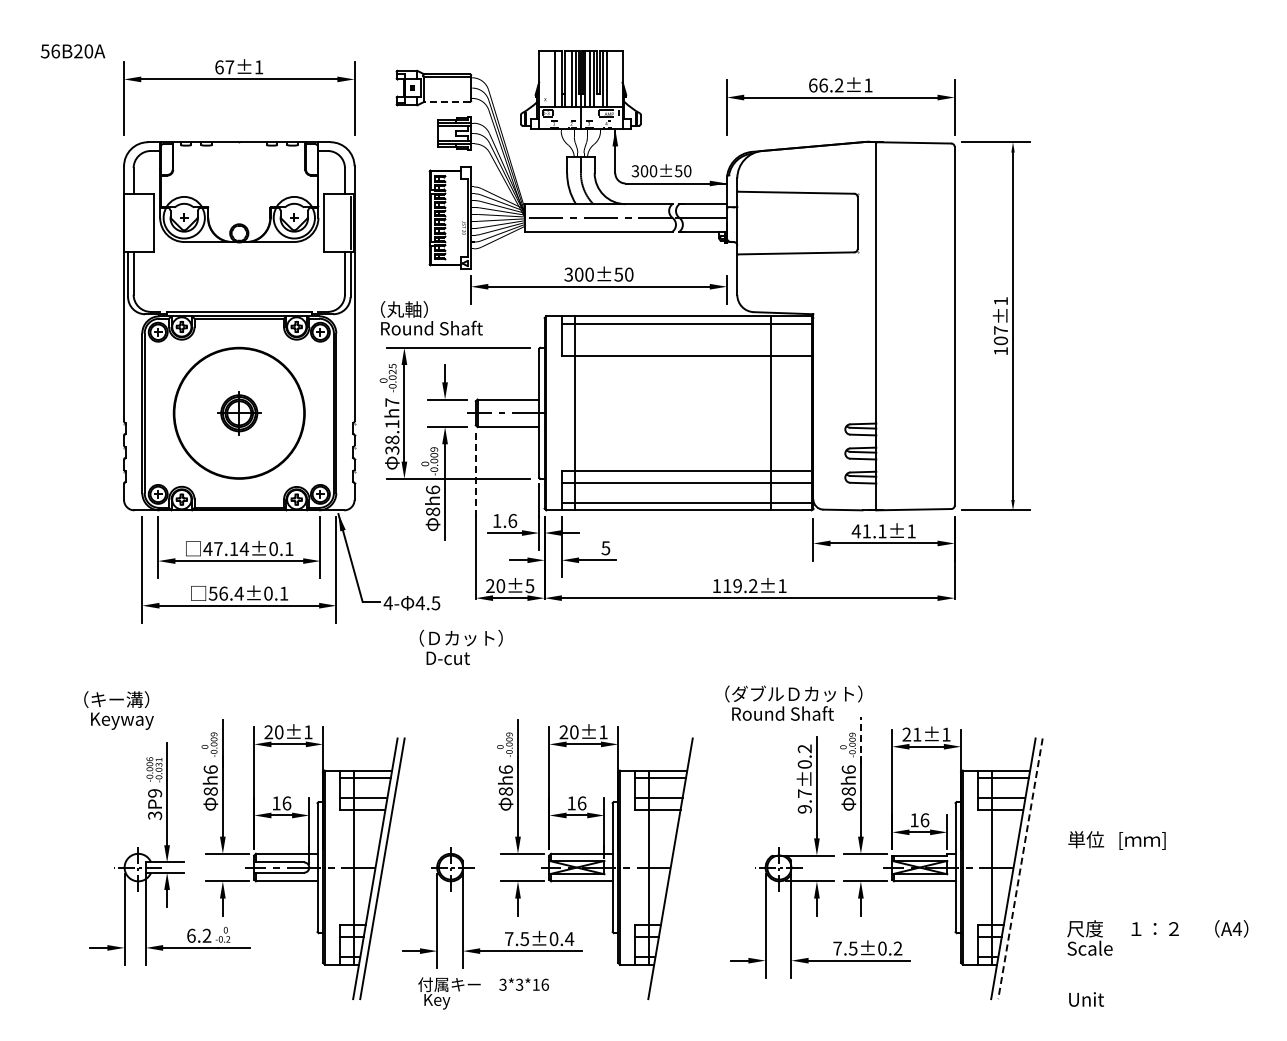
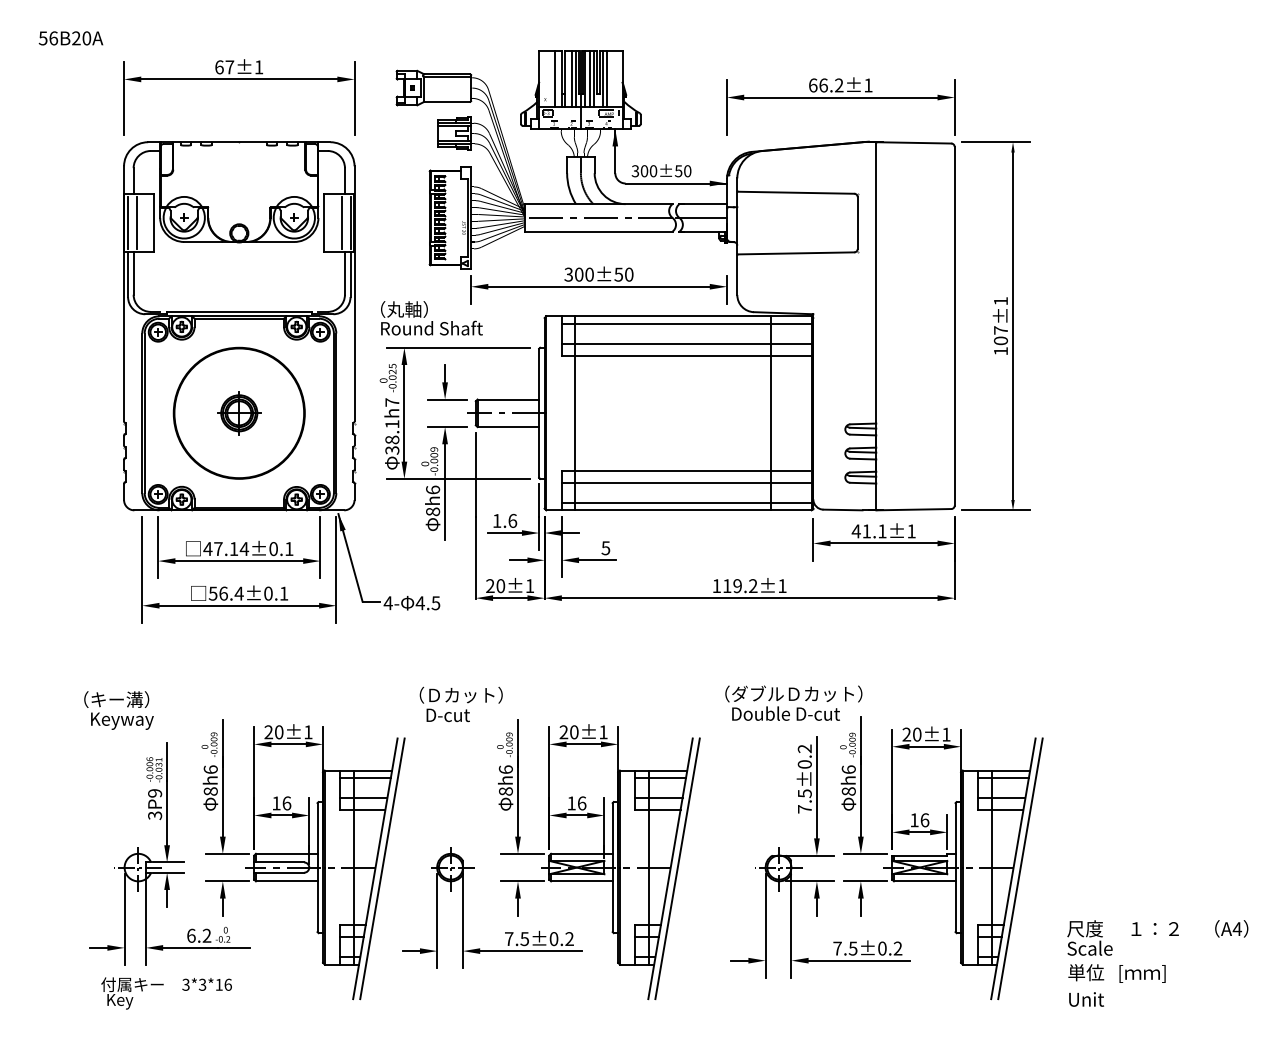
text at (72, 51) position: (72, 51) -> (70, 38)
line at (446, 101): dashed -> solid
line at (127, 222): none -> present
line at (137, 222): none -> present
line at (341, 222): none -> present
line at (686, 344): none -> present
line at (475, 474): dashed -> solid
text at (529, 586): 20±5 -> 20±1
text at (460, 647) position: (460, 647) -> (460, 704)
text at (786, 713): Round Shaft -> Double D-cut
text at (917, 734): 21±1 -> 20±1
line at (860, 740): dashed -> solid
text at (804, 801): 9.7±0.2 -> 7.5±0.2
text at (1116, 840) position: (1116, 840) -> (1116, 973)
line at (677, 868): none -> present
line at (1020, 869): dashed -> solid
text at (569, 938): 7.5±0.4 -> 7.5±0.2
text at (483, 993) position: (483, 993) -> (166, 993)
